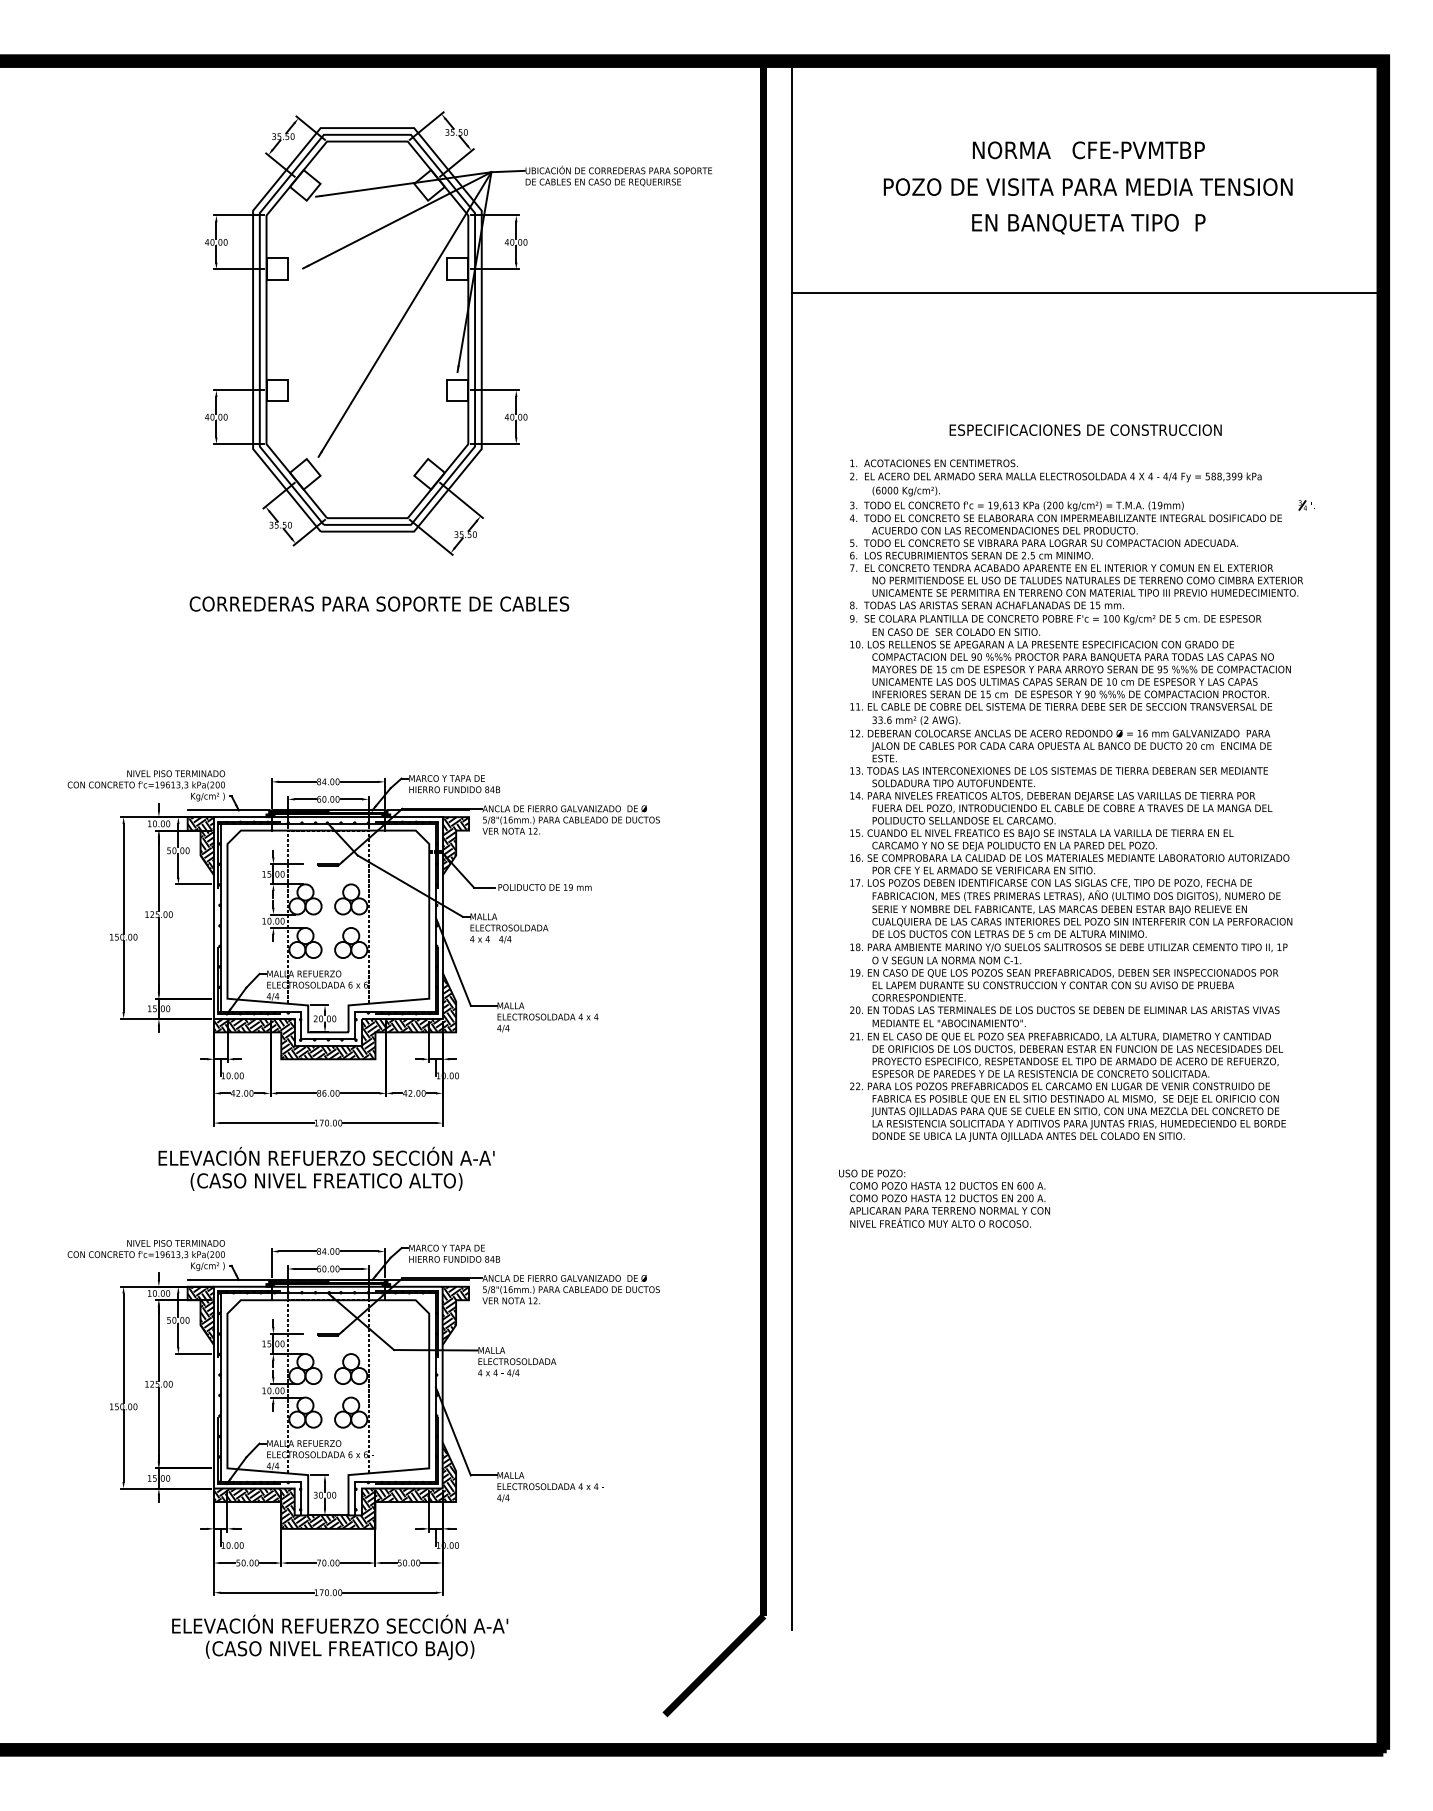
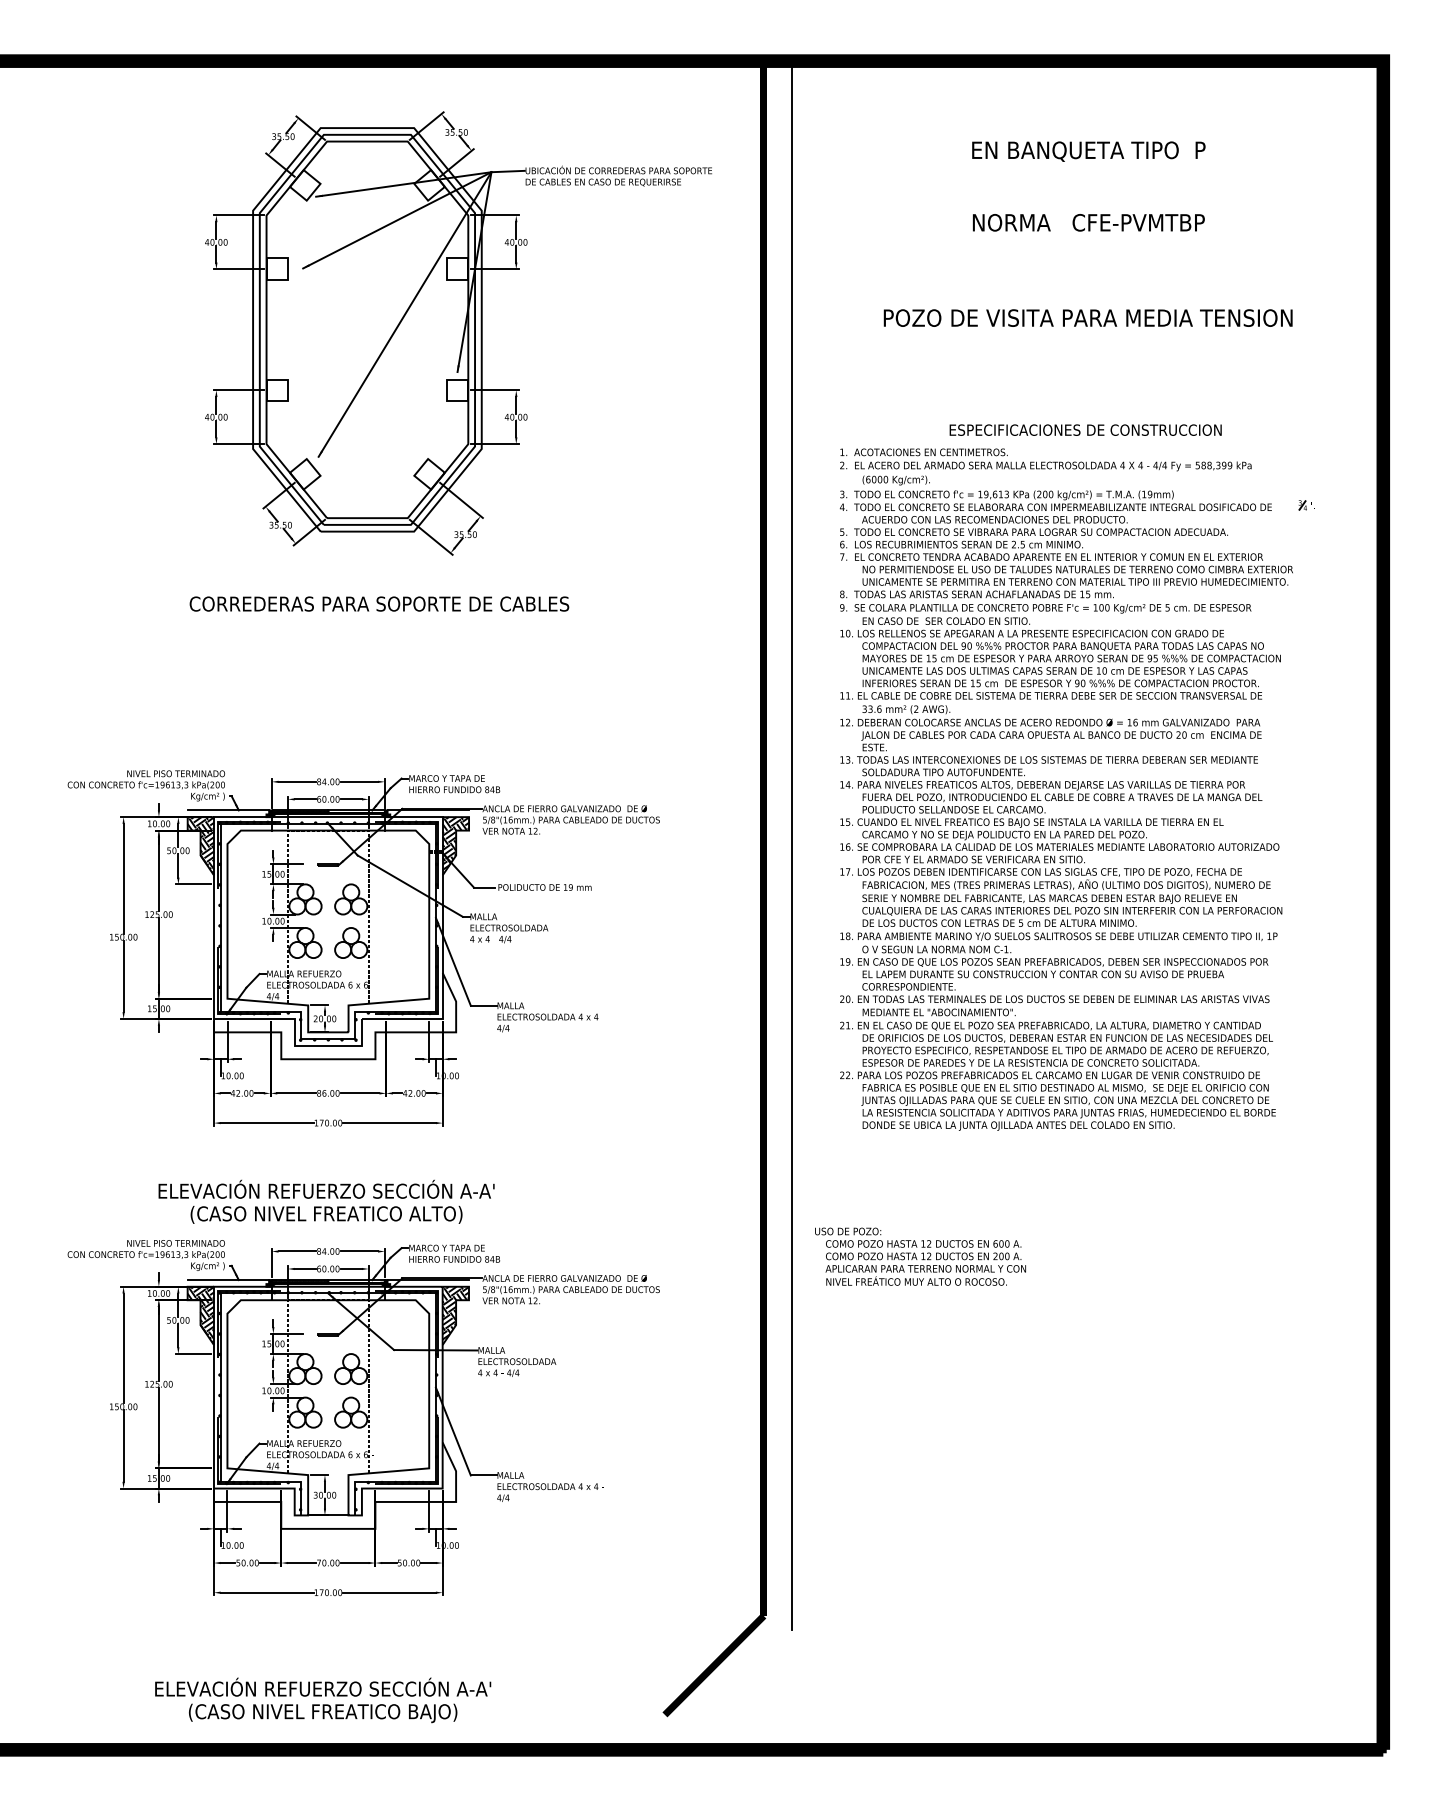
text at (1088, 151): NORMA   CFE-PVMTBP -> EN BANQUETA TIPO  P
text at (1087, 186) position: (1087, 186) -> (1087, 317)
text at (1088, 223): EN BANQUETA TIPO  P -> NORMA   CFE-PVMTBP
line at (1089, 292): present -> none
text at (1076, 800) position: (1076, 800) -> (1066, 789)
hatch at (335, 1016): present -> none
text at (326, 1168) position: (326, 1168) -> (326, 1201)
text at (944, 1198) position: (944, 1198) -> (920, 1256)
hatch at (334, 1485): present -> none
text at (340, 1637) position: (340, 1637) -> (323, 1700)
